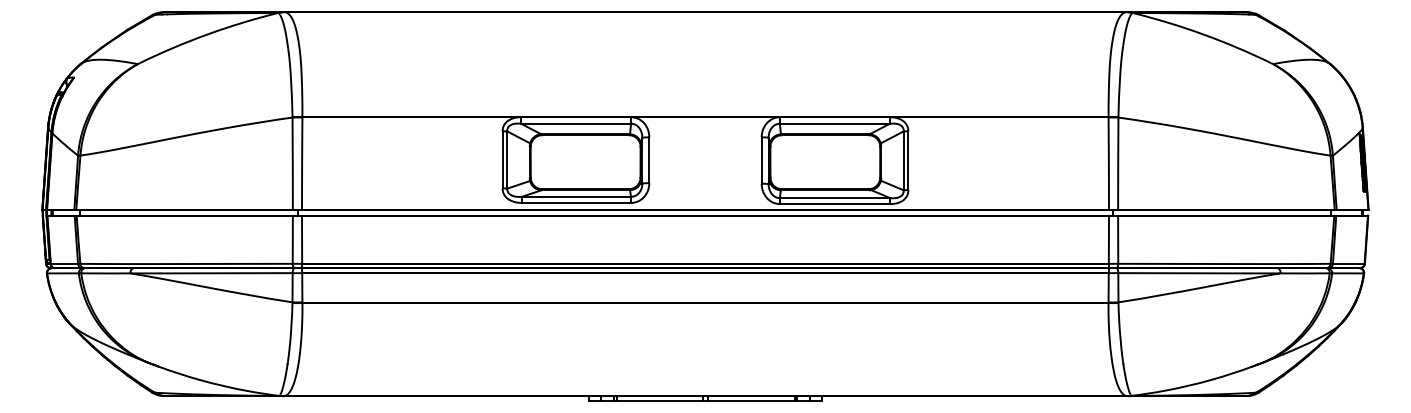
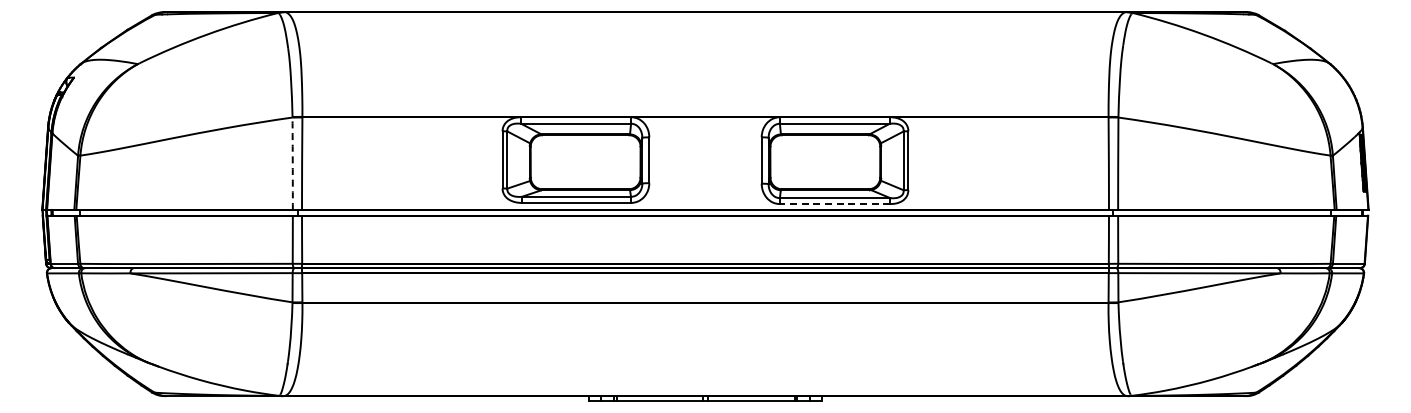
arc at (292, 163): solid -> dashed
line at (834, 204): solid -> dashed
